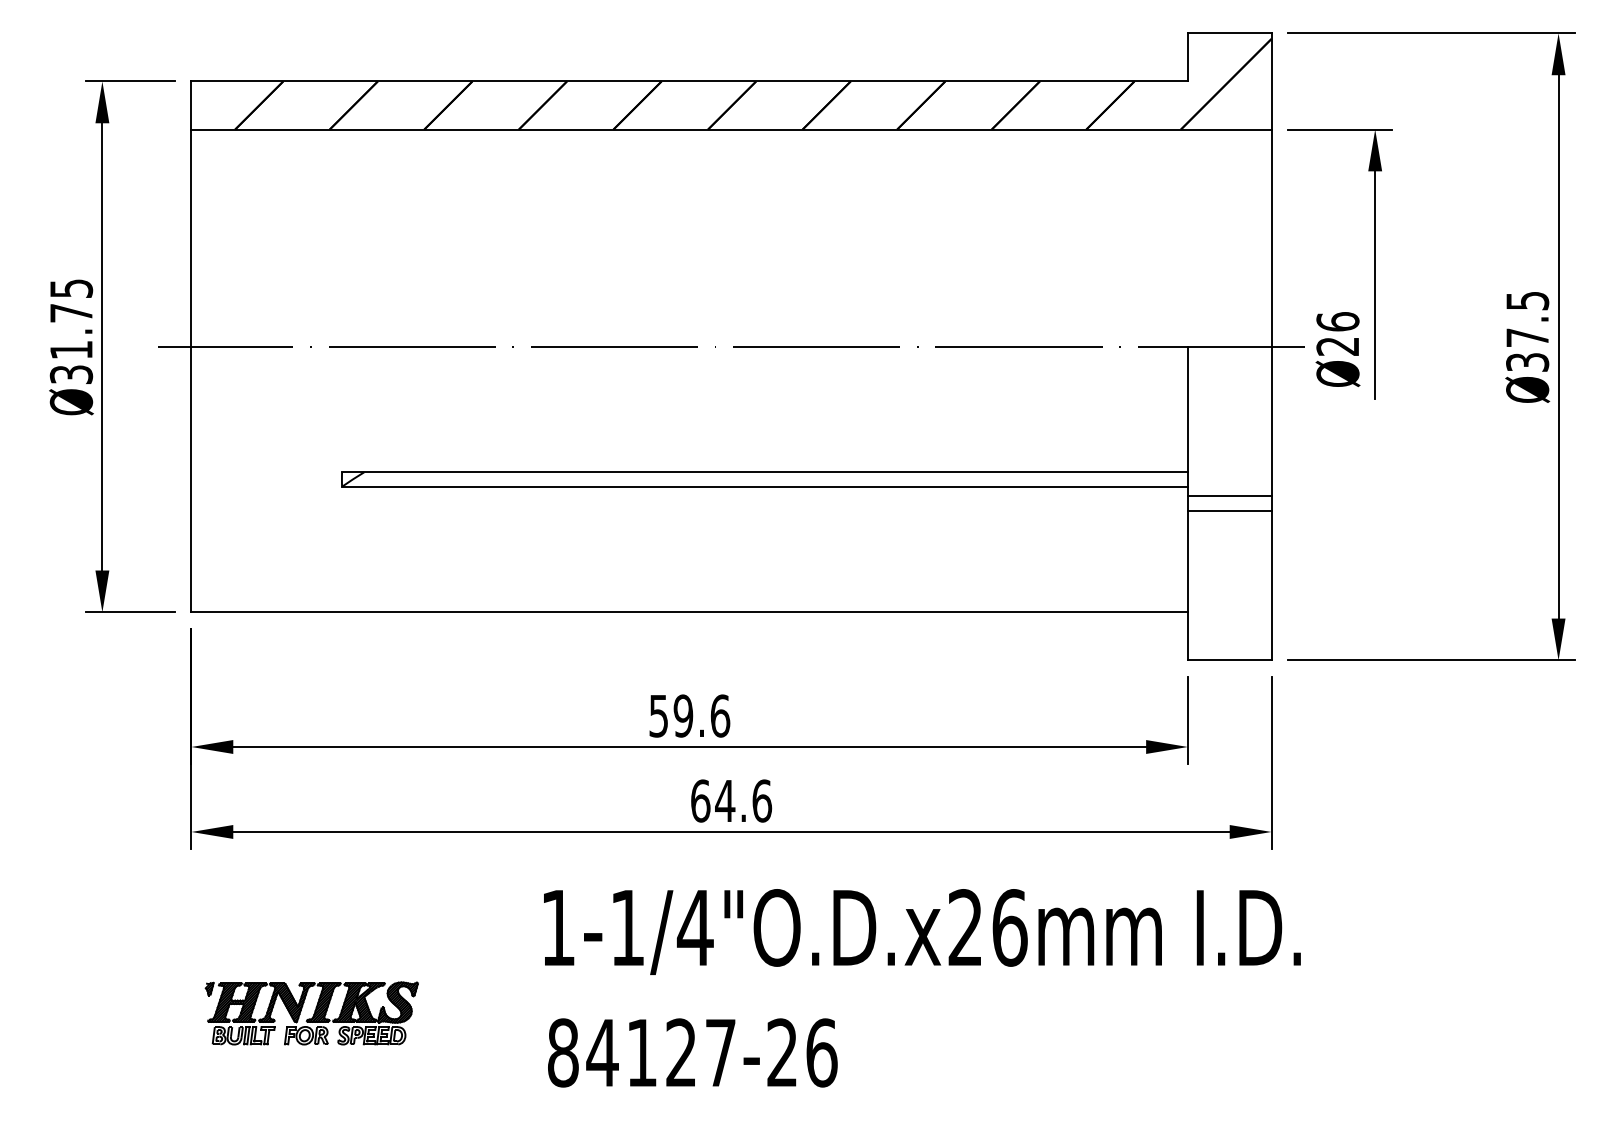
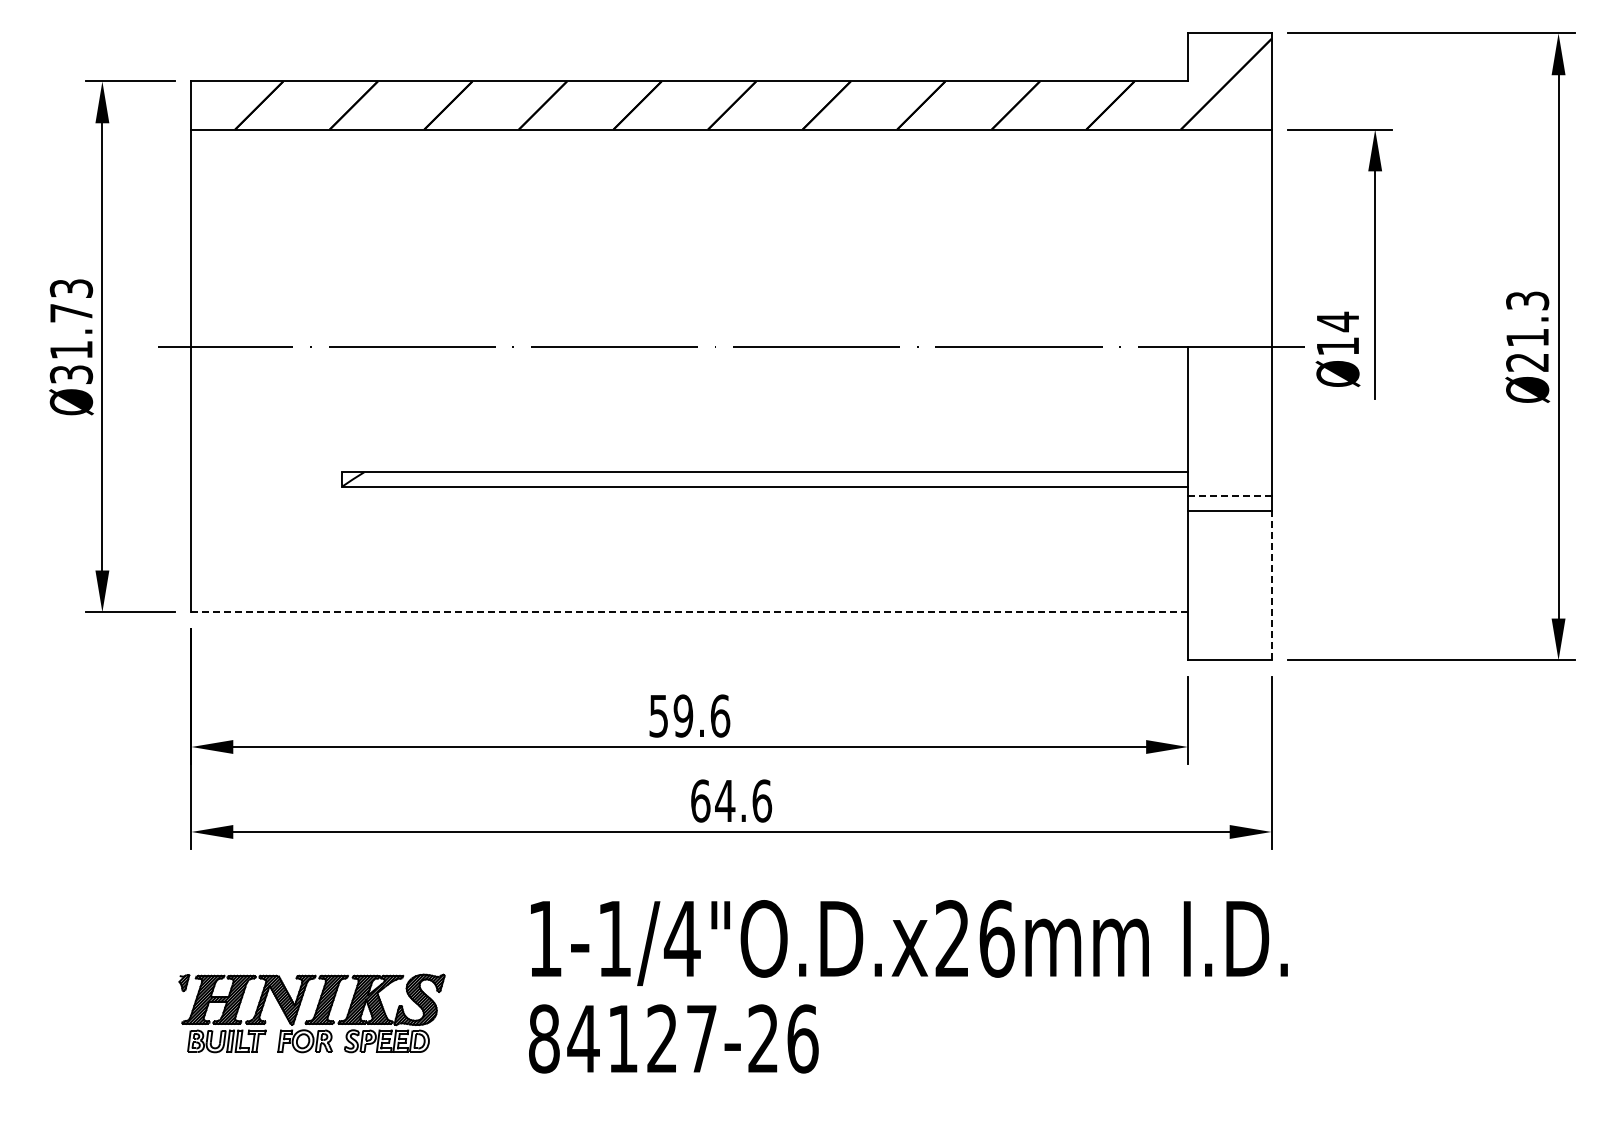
text at (70, 288): Ø31.75 -> Ø31.73
text at (1527, 331): Ø37.5 -> Ø21.3
text at (1337, 333): Ø26 -> Ø14
line at (1229, 496): solid -> dashed
line at (1271, 585): solid -> dashed
line at (690, 612): solid -> dashed
text at (922, 931) position: (922, 931) -> (909, 942)
part at (311, 1013) size: 215x65 px -> 268x81 px
text at (692, 1052) position: (692, 1052) -> (673, 1038)
